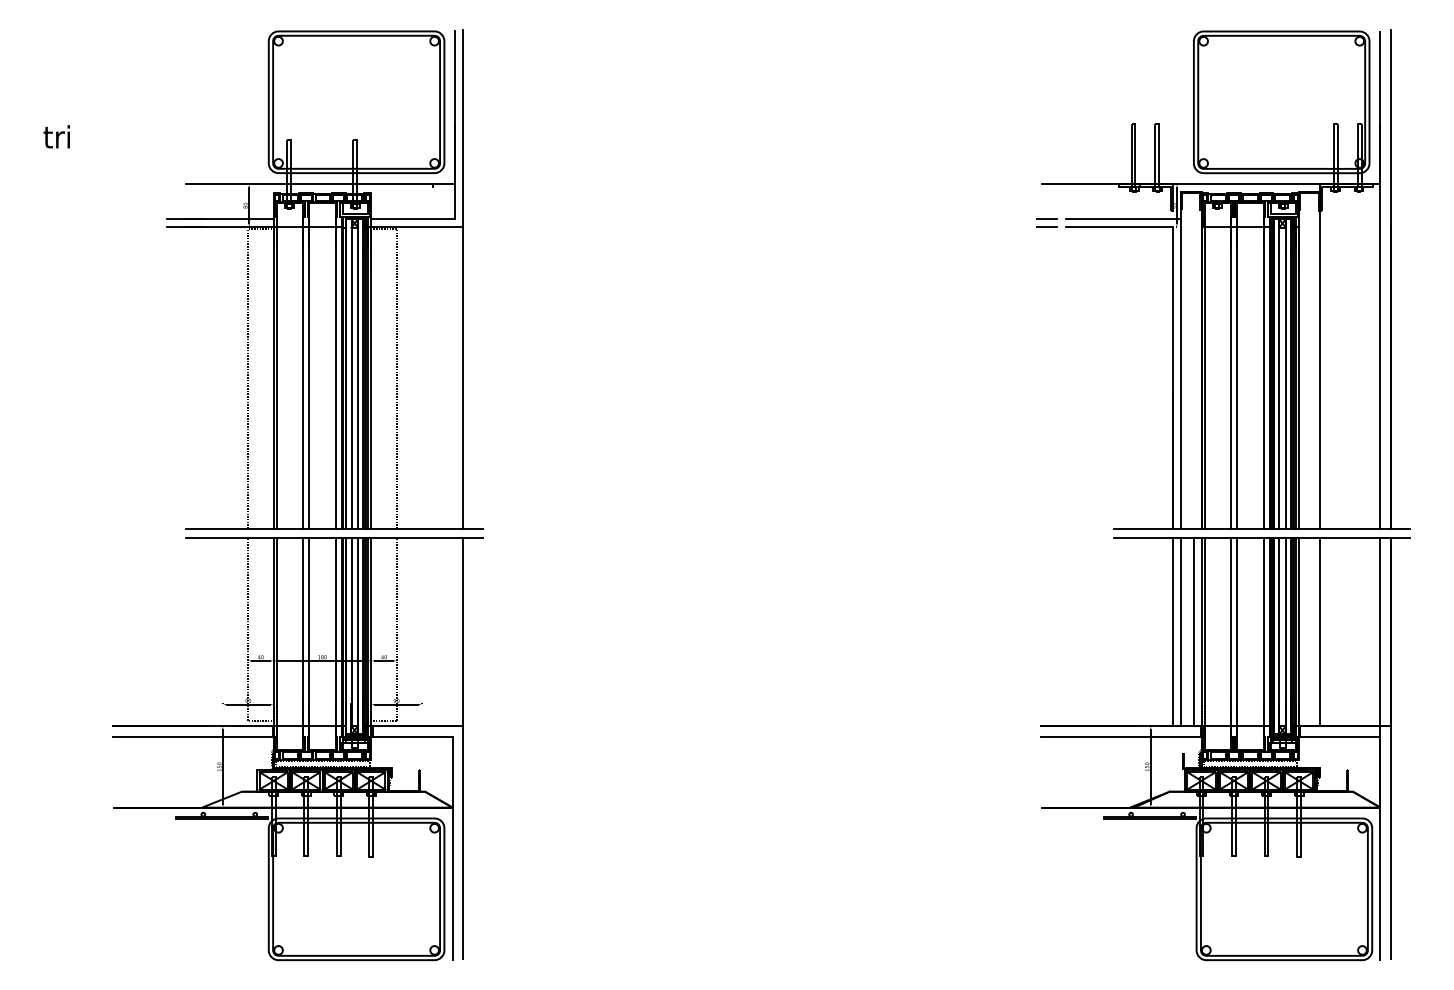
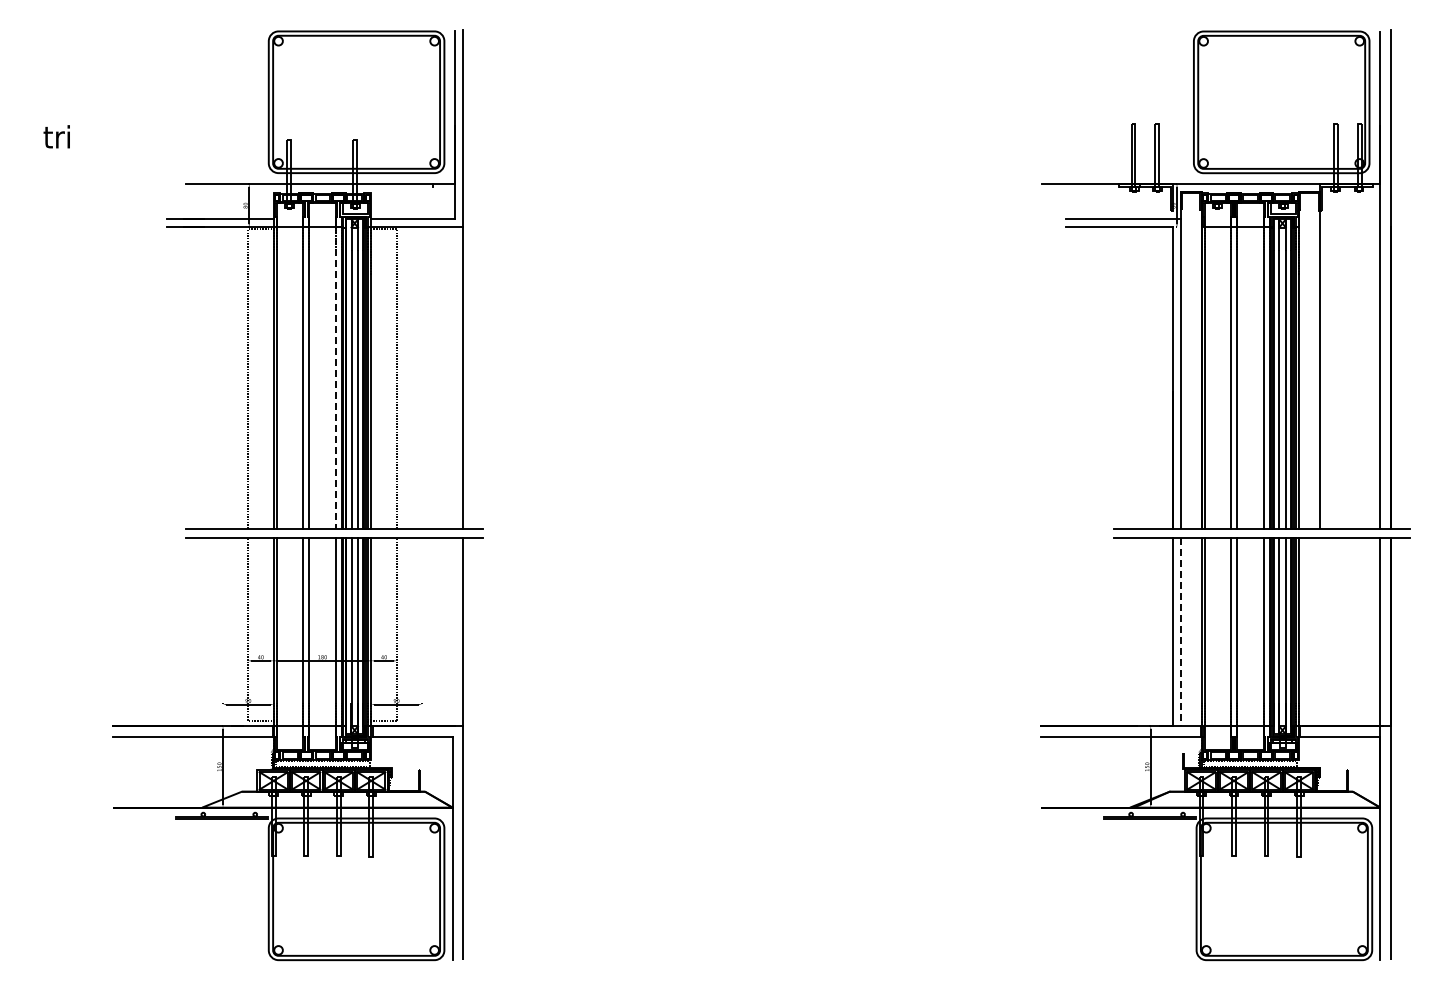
part at (1046, 222): present -> none
line at (335, 378): solid -> dashed
line at (1194, 631): present -> none
line at (1319, 631): present -> none
line at (1180, 632): solid -> dashed
